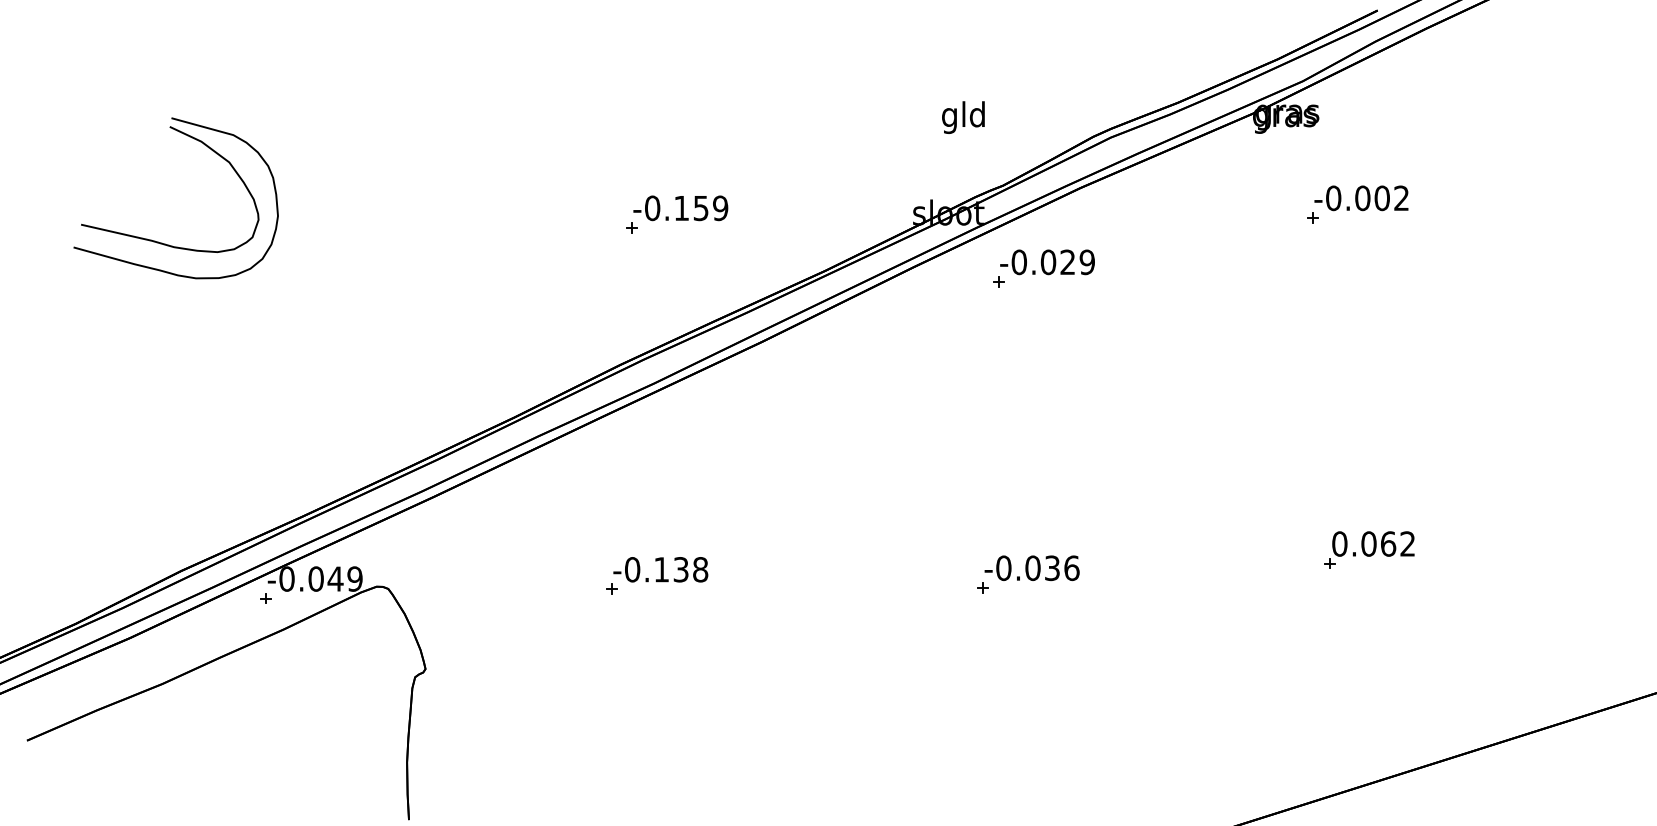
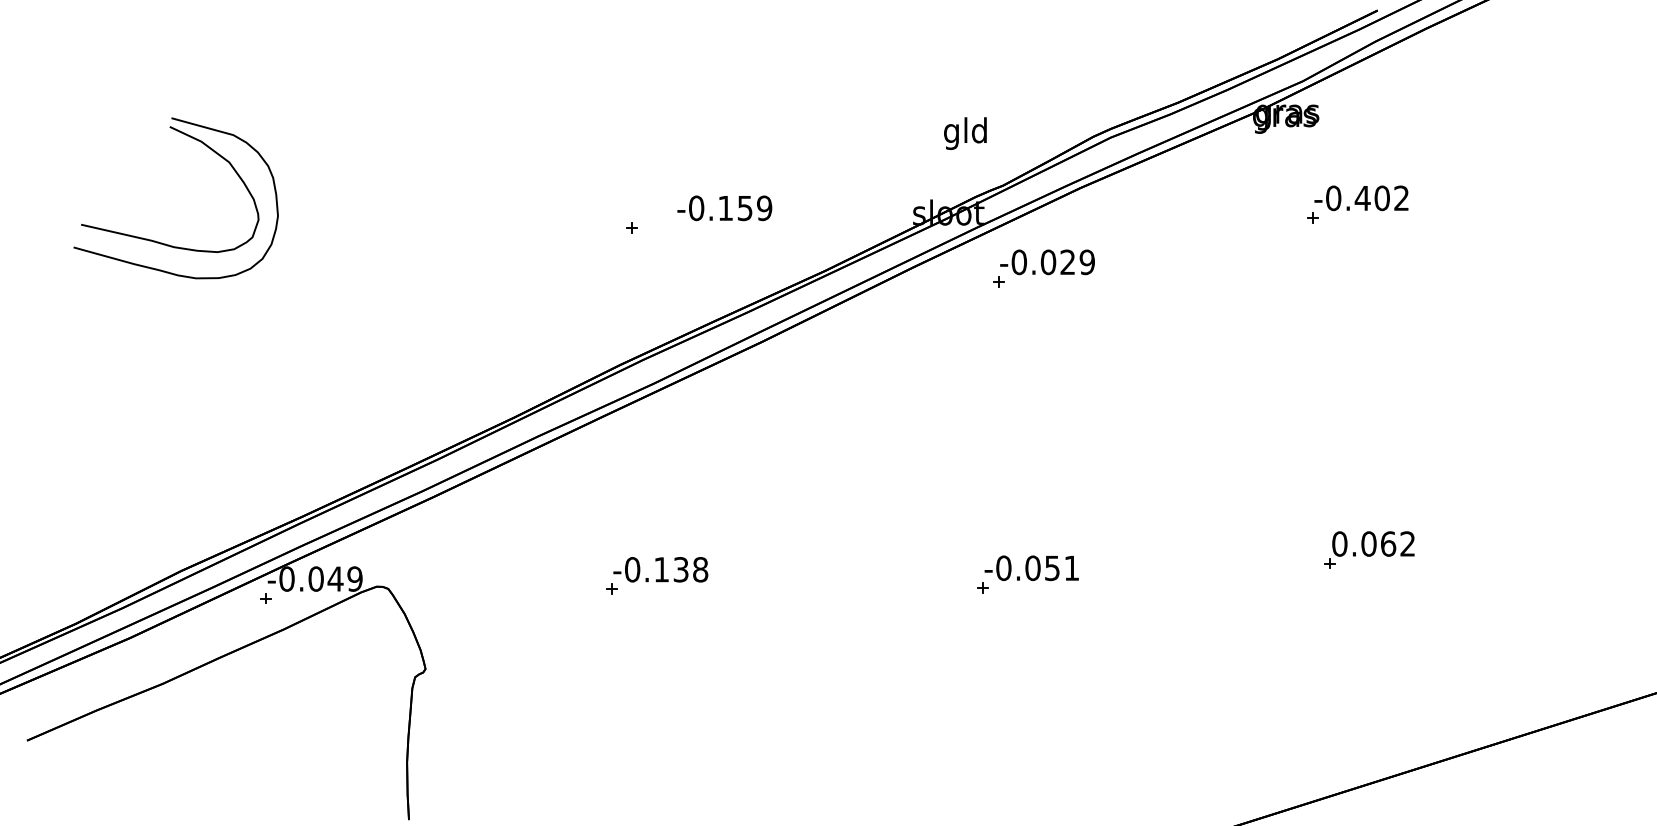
text at (963, 117) position: (963, 117) -> (965, 133)
text at (1362, 198): -0.002 -> -0.402
text at (680, 208) position: (680, 208) -> (724, 208)
text at (1062, 568): -0.036 -> -0.051
